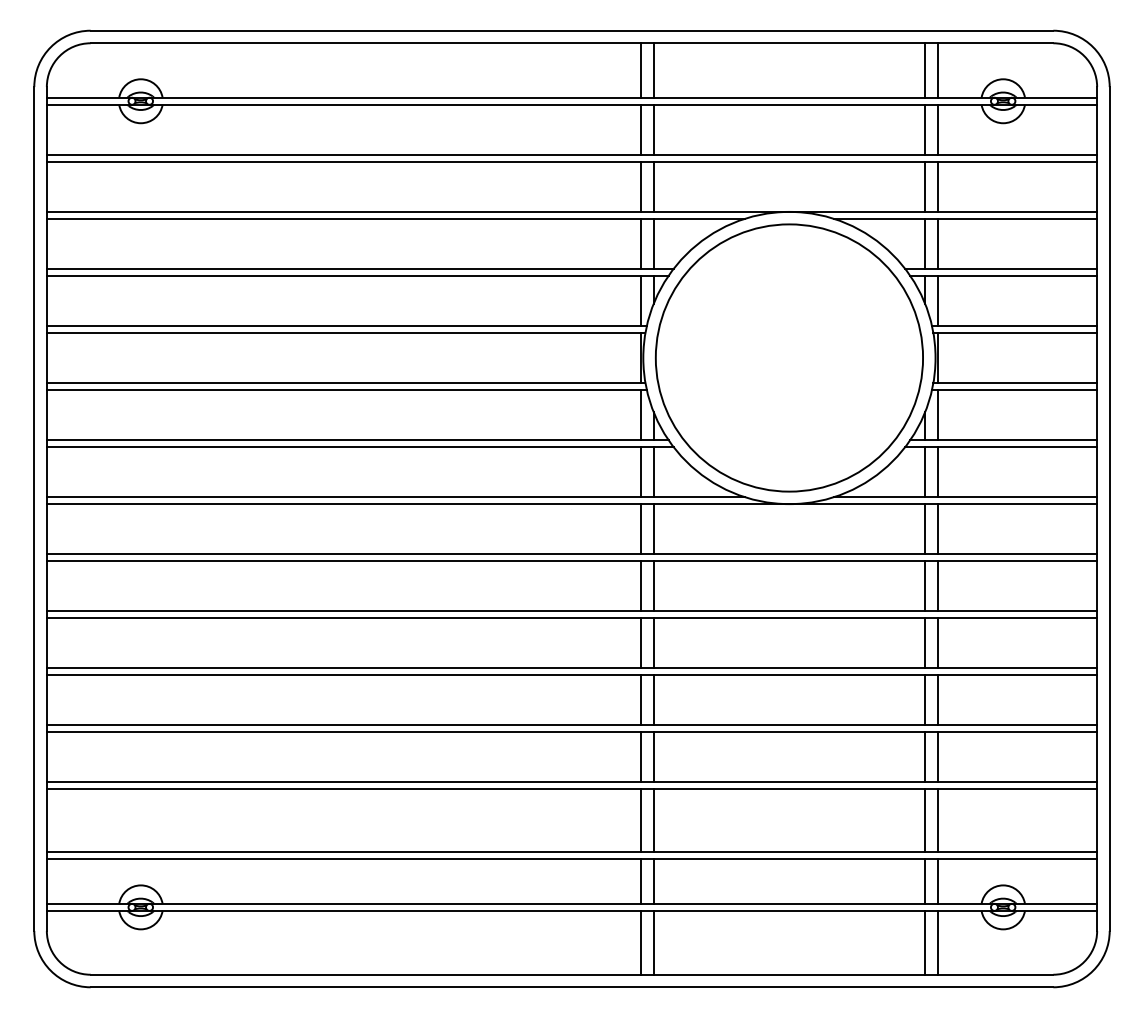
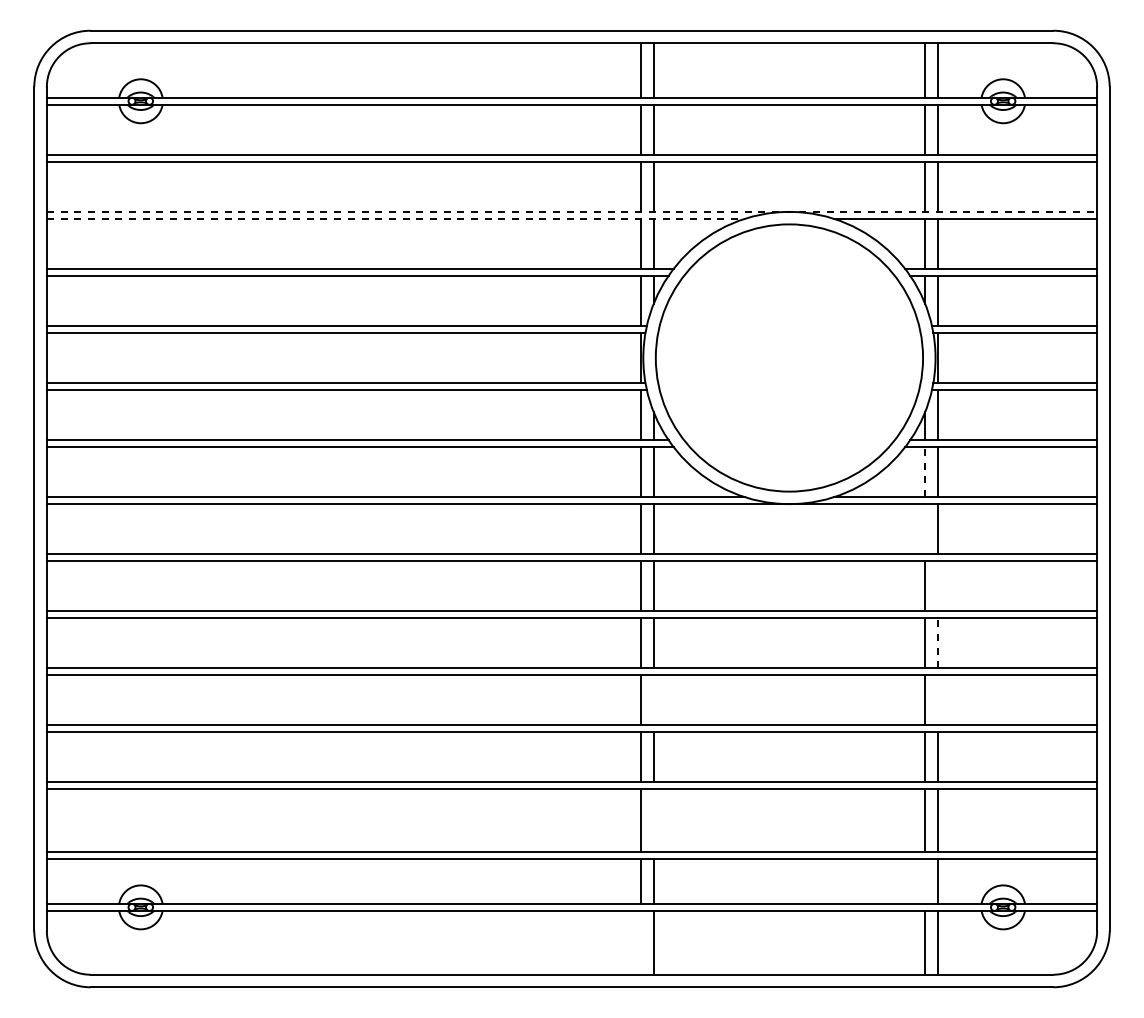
line at (572, 211): solid -> dashed
line at (395, 218): solid -> dashed
line at (925, 472): solid -> dashed
line at (925, 529): present -> none
line at (937, 586): present -> none
line at (937, 643): solid -> dashed
line at (653, 700): present -> none
line at (937, 700): present -> none
line at (653, 820): present -> none
line at (925, 880): present -> none
line at (641, 942): present -> none
